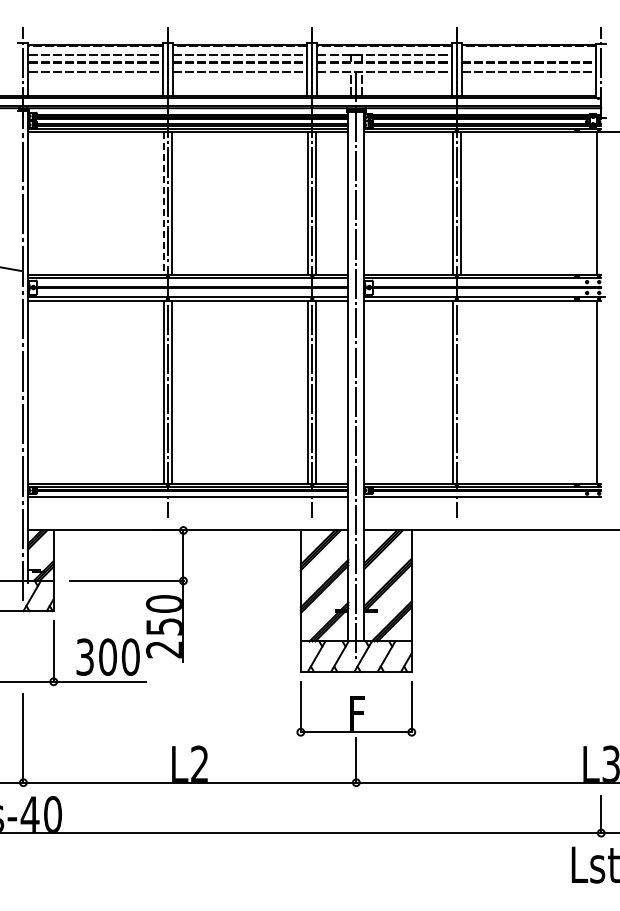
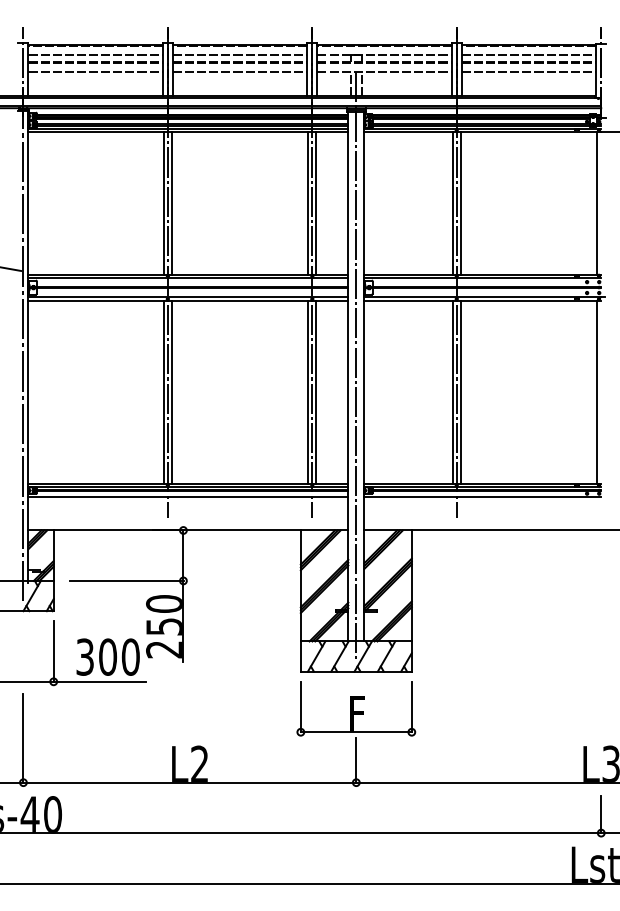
line at (528, 55): none -> present
line at (163, 203): dashed -> solid
line at (460, 391): none -> present
line at (309, 883): none -> present
